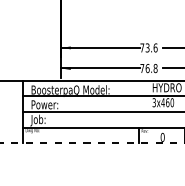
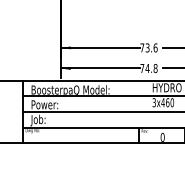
text at (147, 68): 76.8 -> 74.8
line at (92, 143): dashed -> solid
